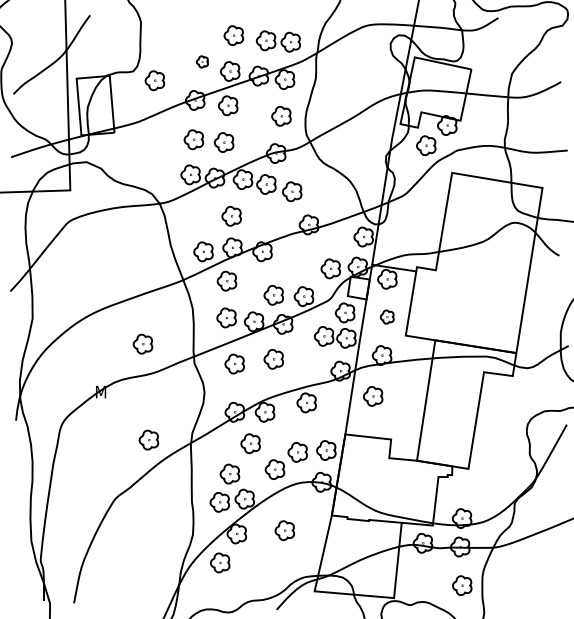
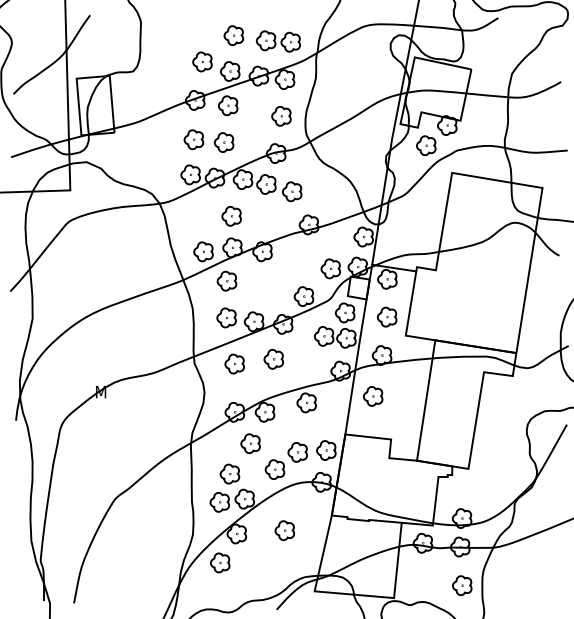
part at (202, 61) size: 13x14 px -> 21x22 px
part at (154, 80): present -> none
part at (273, 295): present -> none
part at (386, 316) size: 16x16 px -> 21x22 px
part at (142, 343): present -> none
part at (148, 439): present -> none
